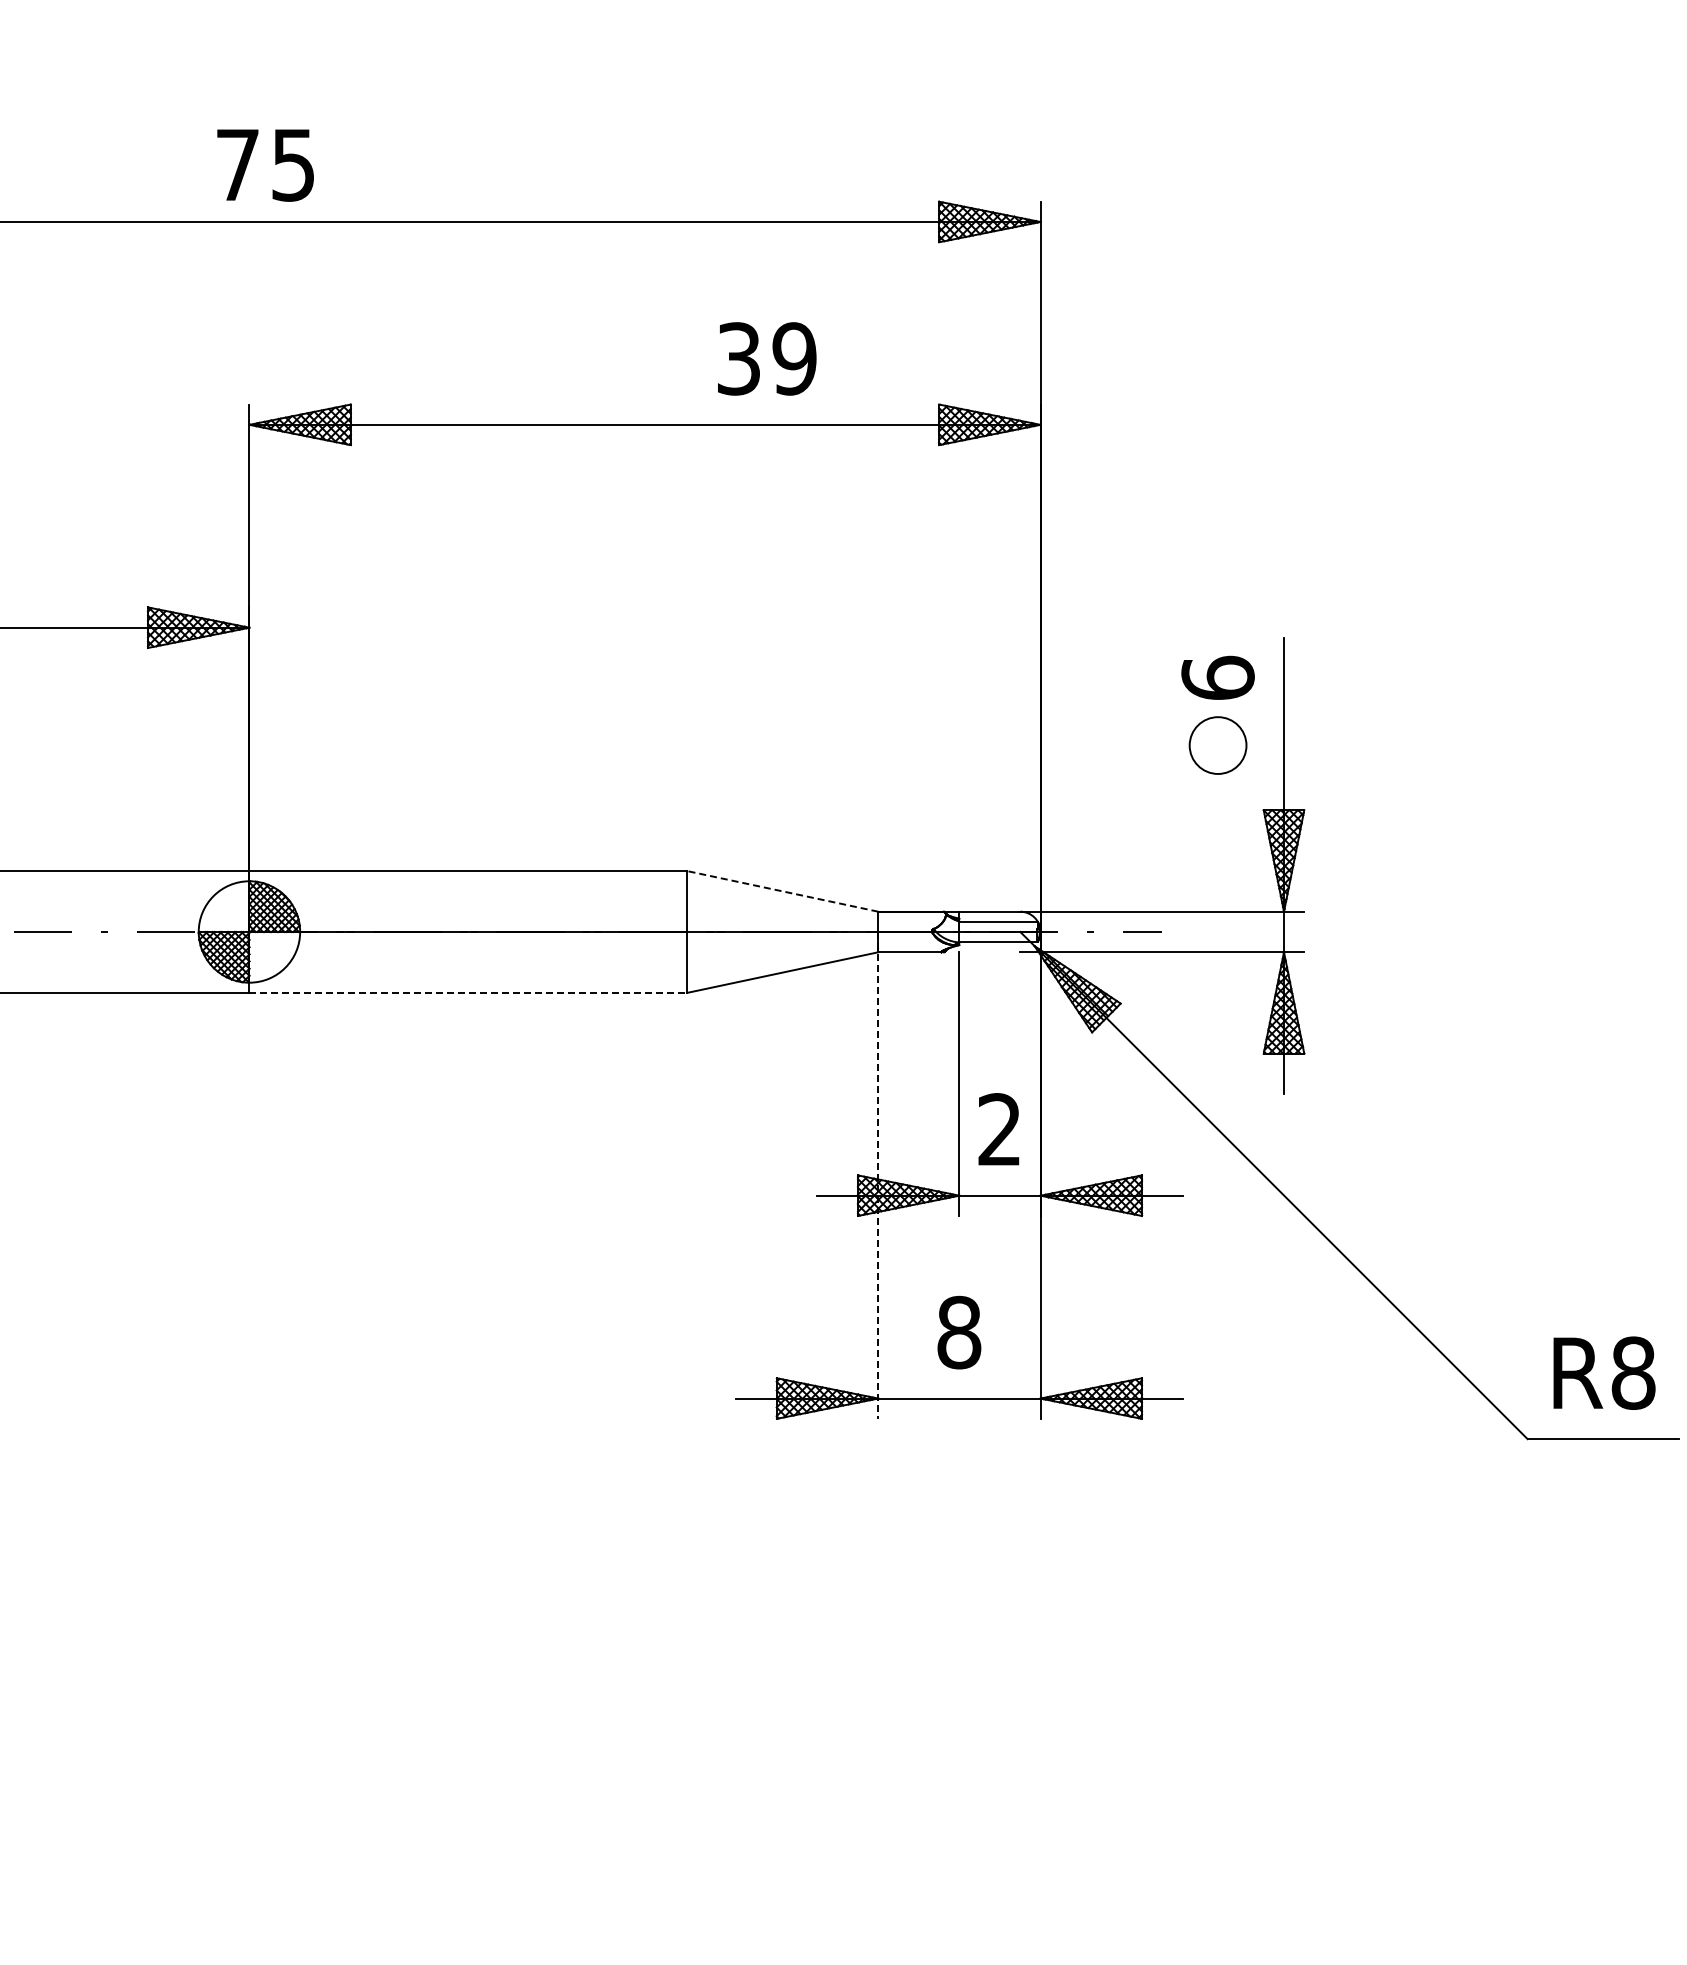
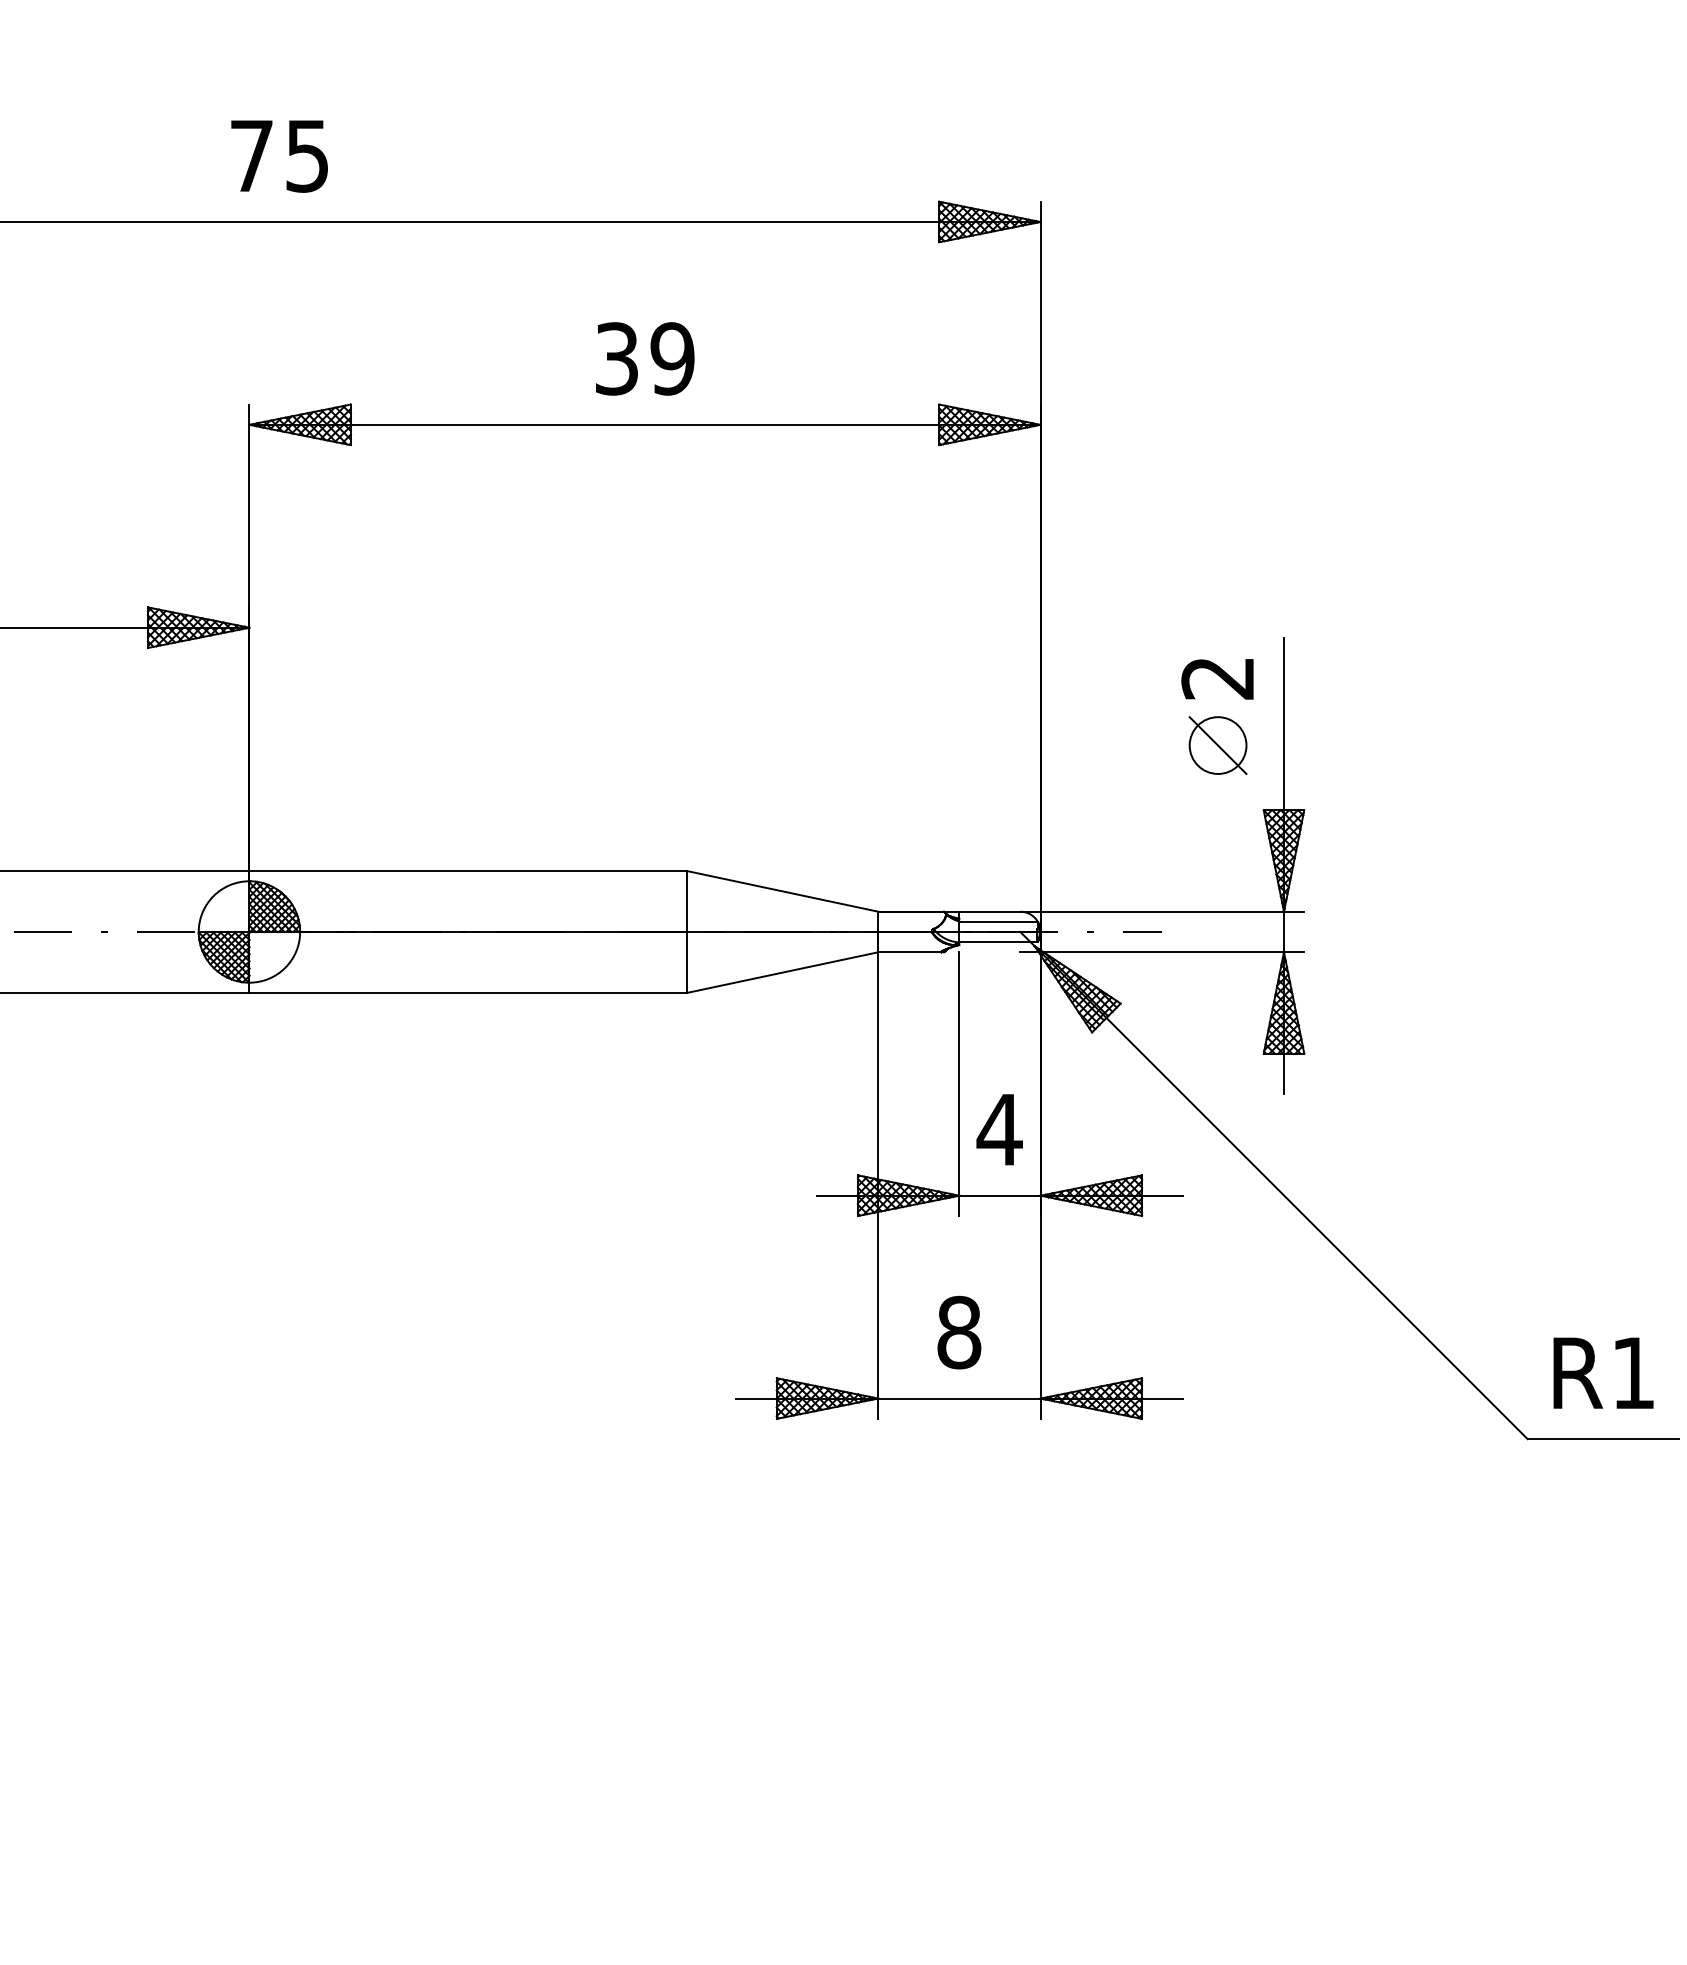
text at (265, 165) position: (265, 165) -> (279, 156)
text at (767, 358) position: (767, 358) -> (645, 358)
text at (1217, 677): 6 -> 2
line at (1217, 745): none -> present
line at (782, 891): dashed -> solid
line at (468, 992): dashed -> solid
text at (999, 1129): 2 -> 4
line at (878, 1175): dashed -> solid
text at (1633, 1372): R8 -> R1
